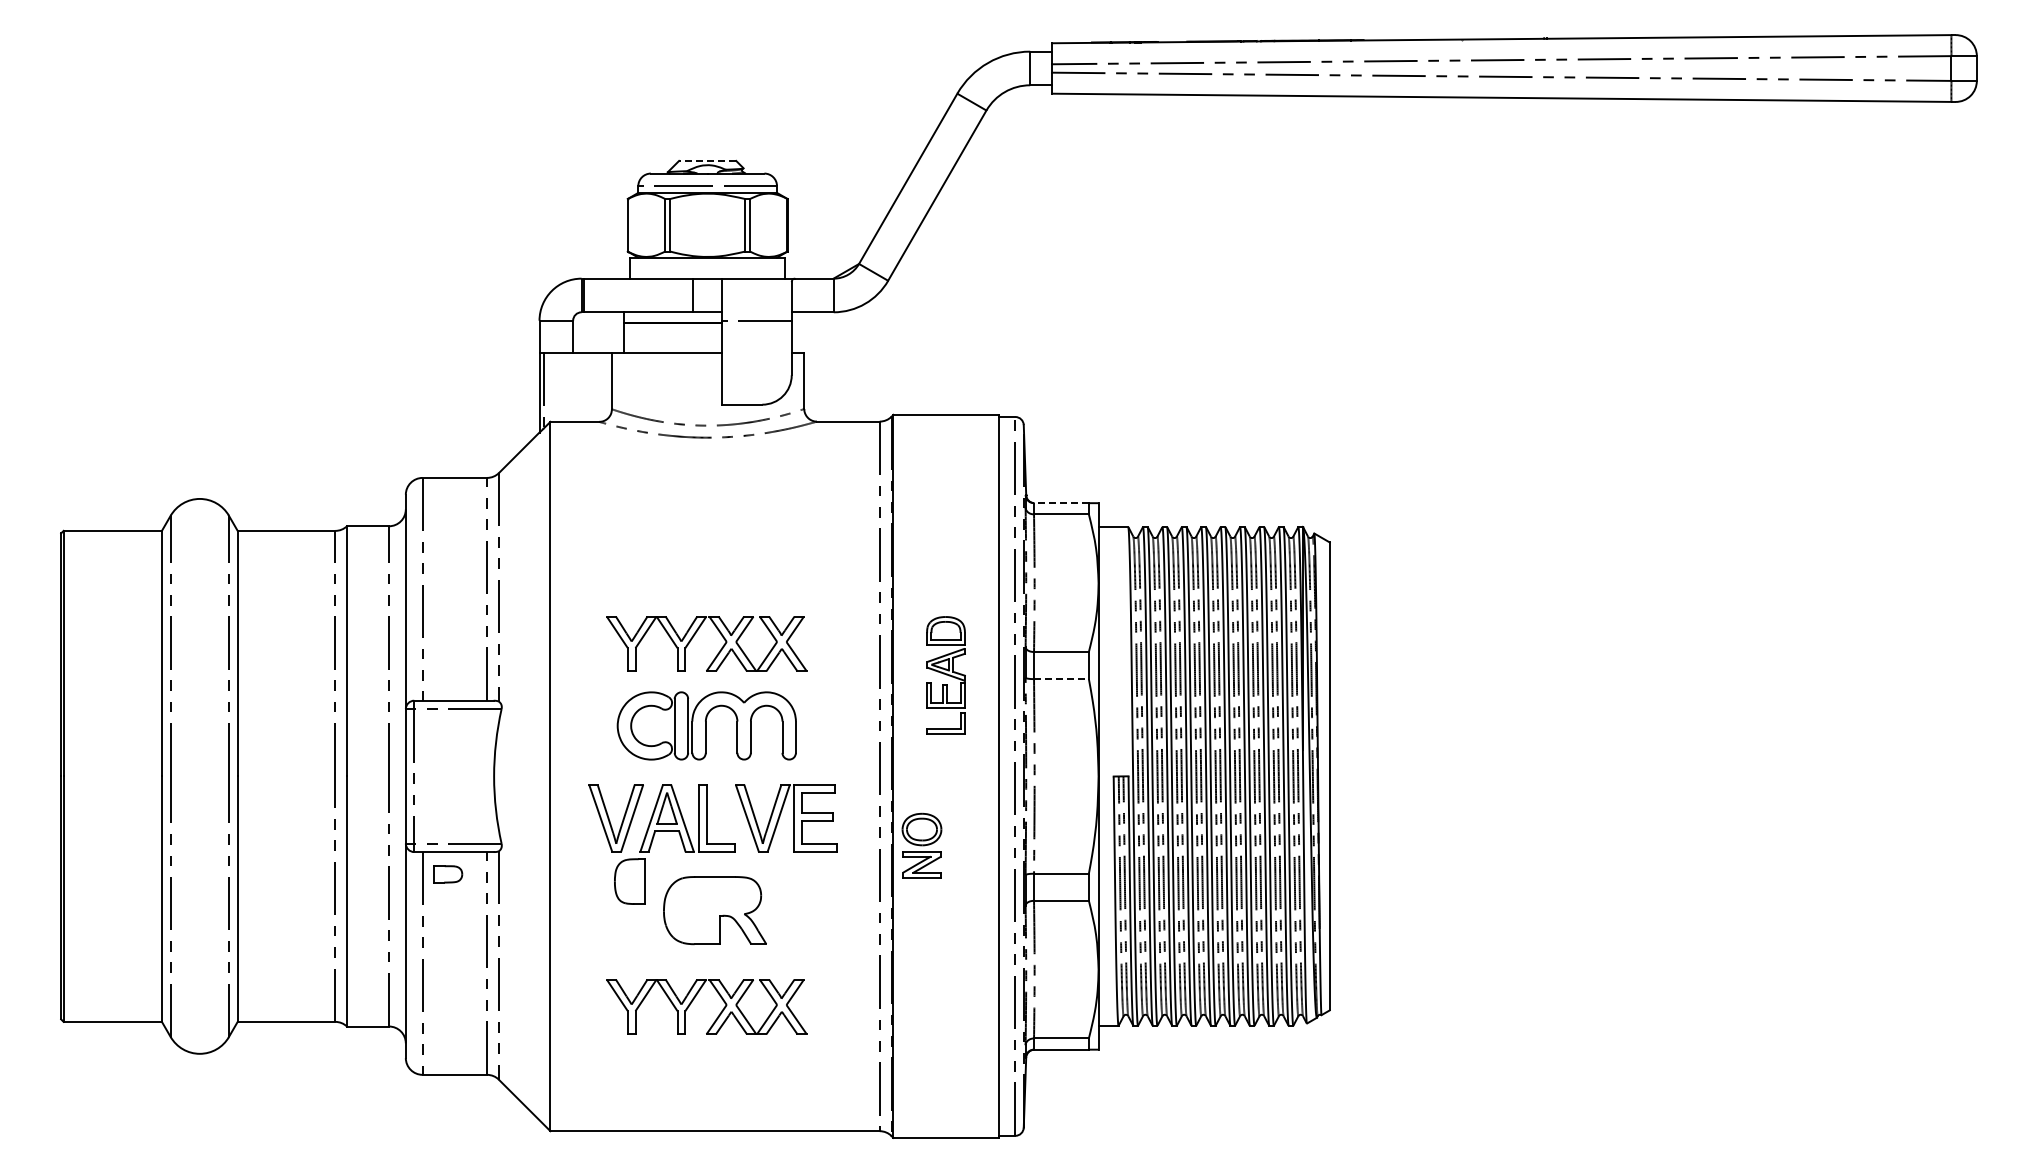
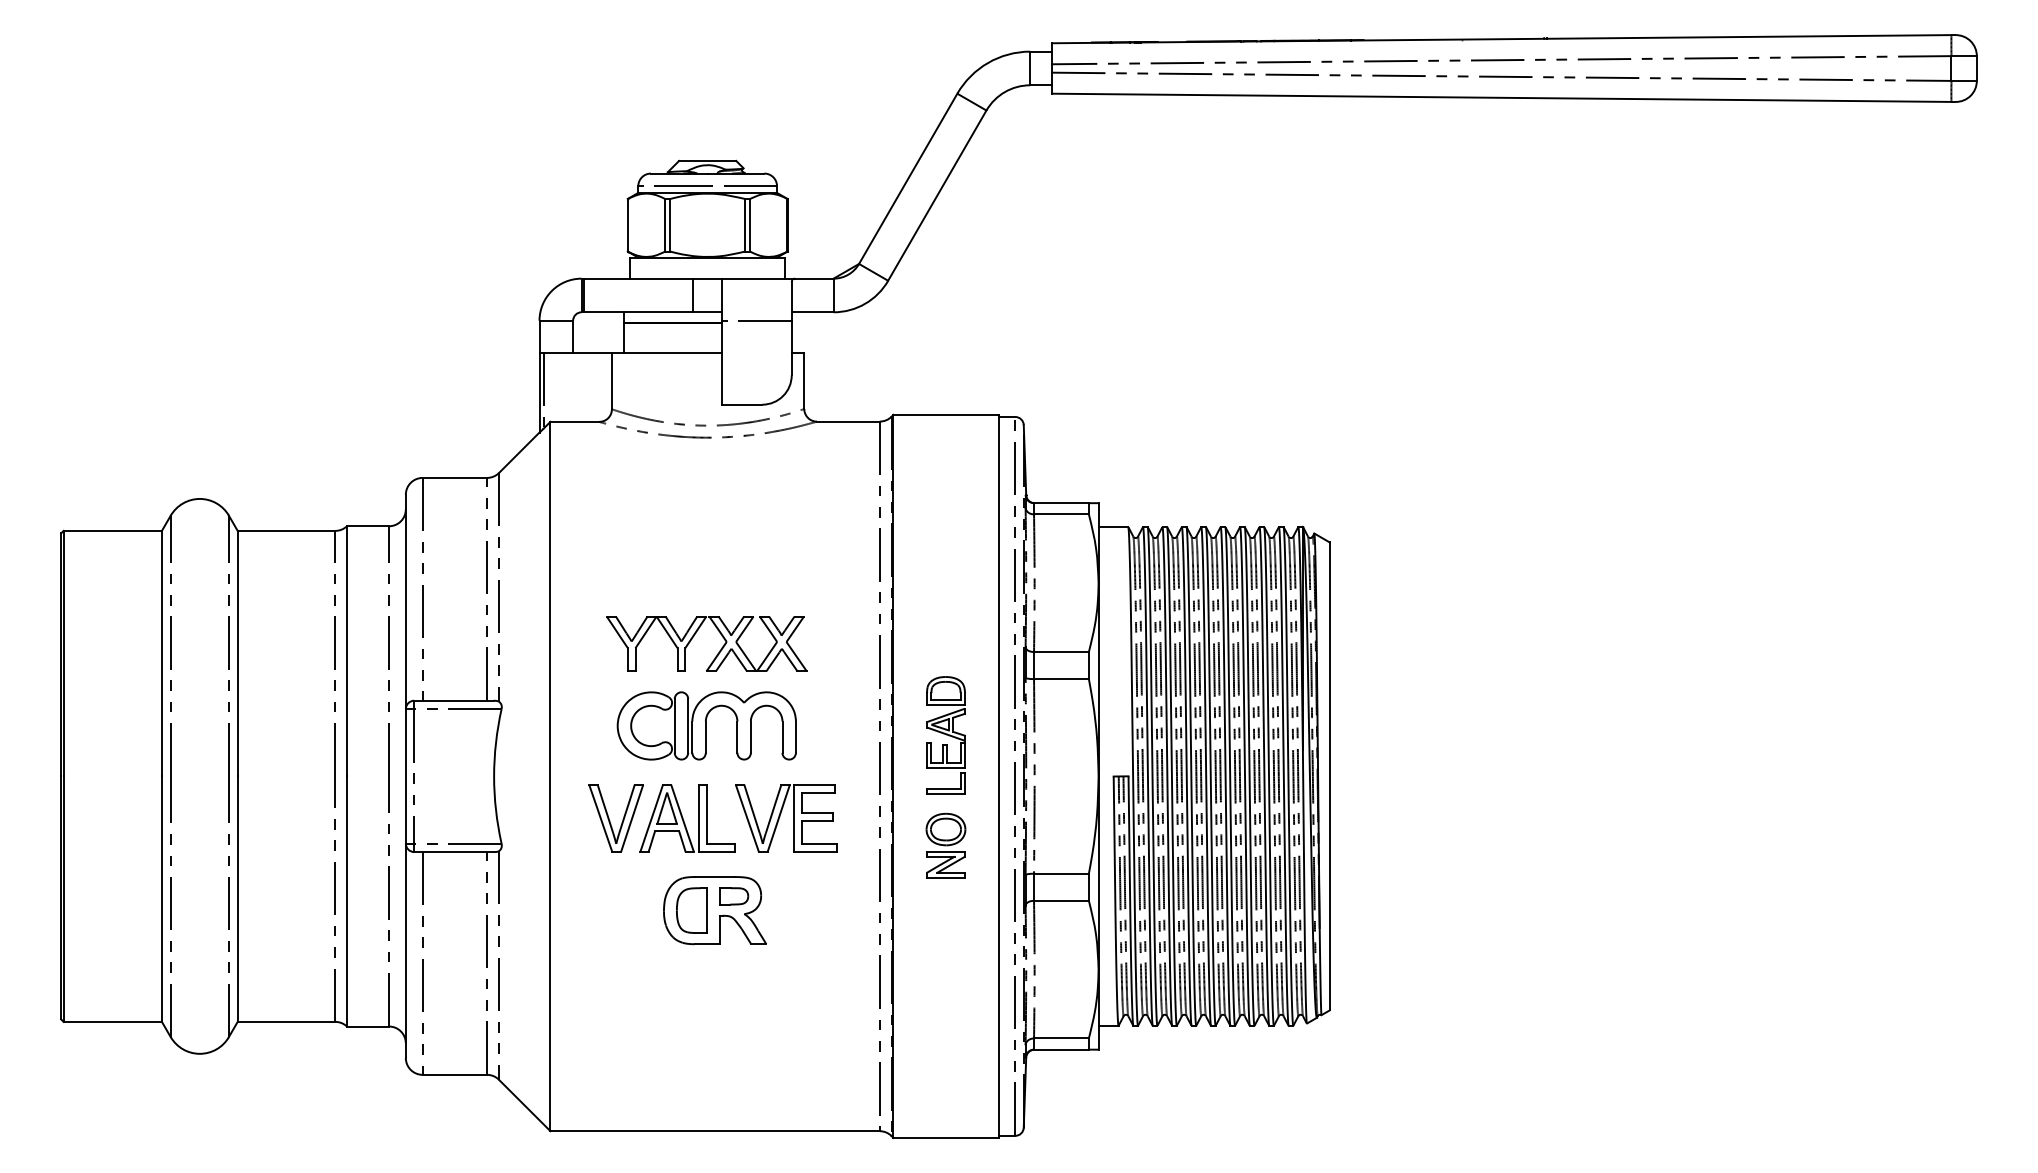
line at (707, 160): dashed -> solid
line at (1060, 503): dashed -> solid
part at (945, 675) position: (945, 675) -> (945, 735)
line at (1061, 679): dashed -> solid
part at (921, 845) position: (921, 845) -> (945, 845)
part at (448, 874) position: (448, 874) -> (734, 896)
part at (629, 881) position: (629, 881) -> (691, 910)
part at (694, 999): present -> none
